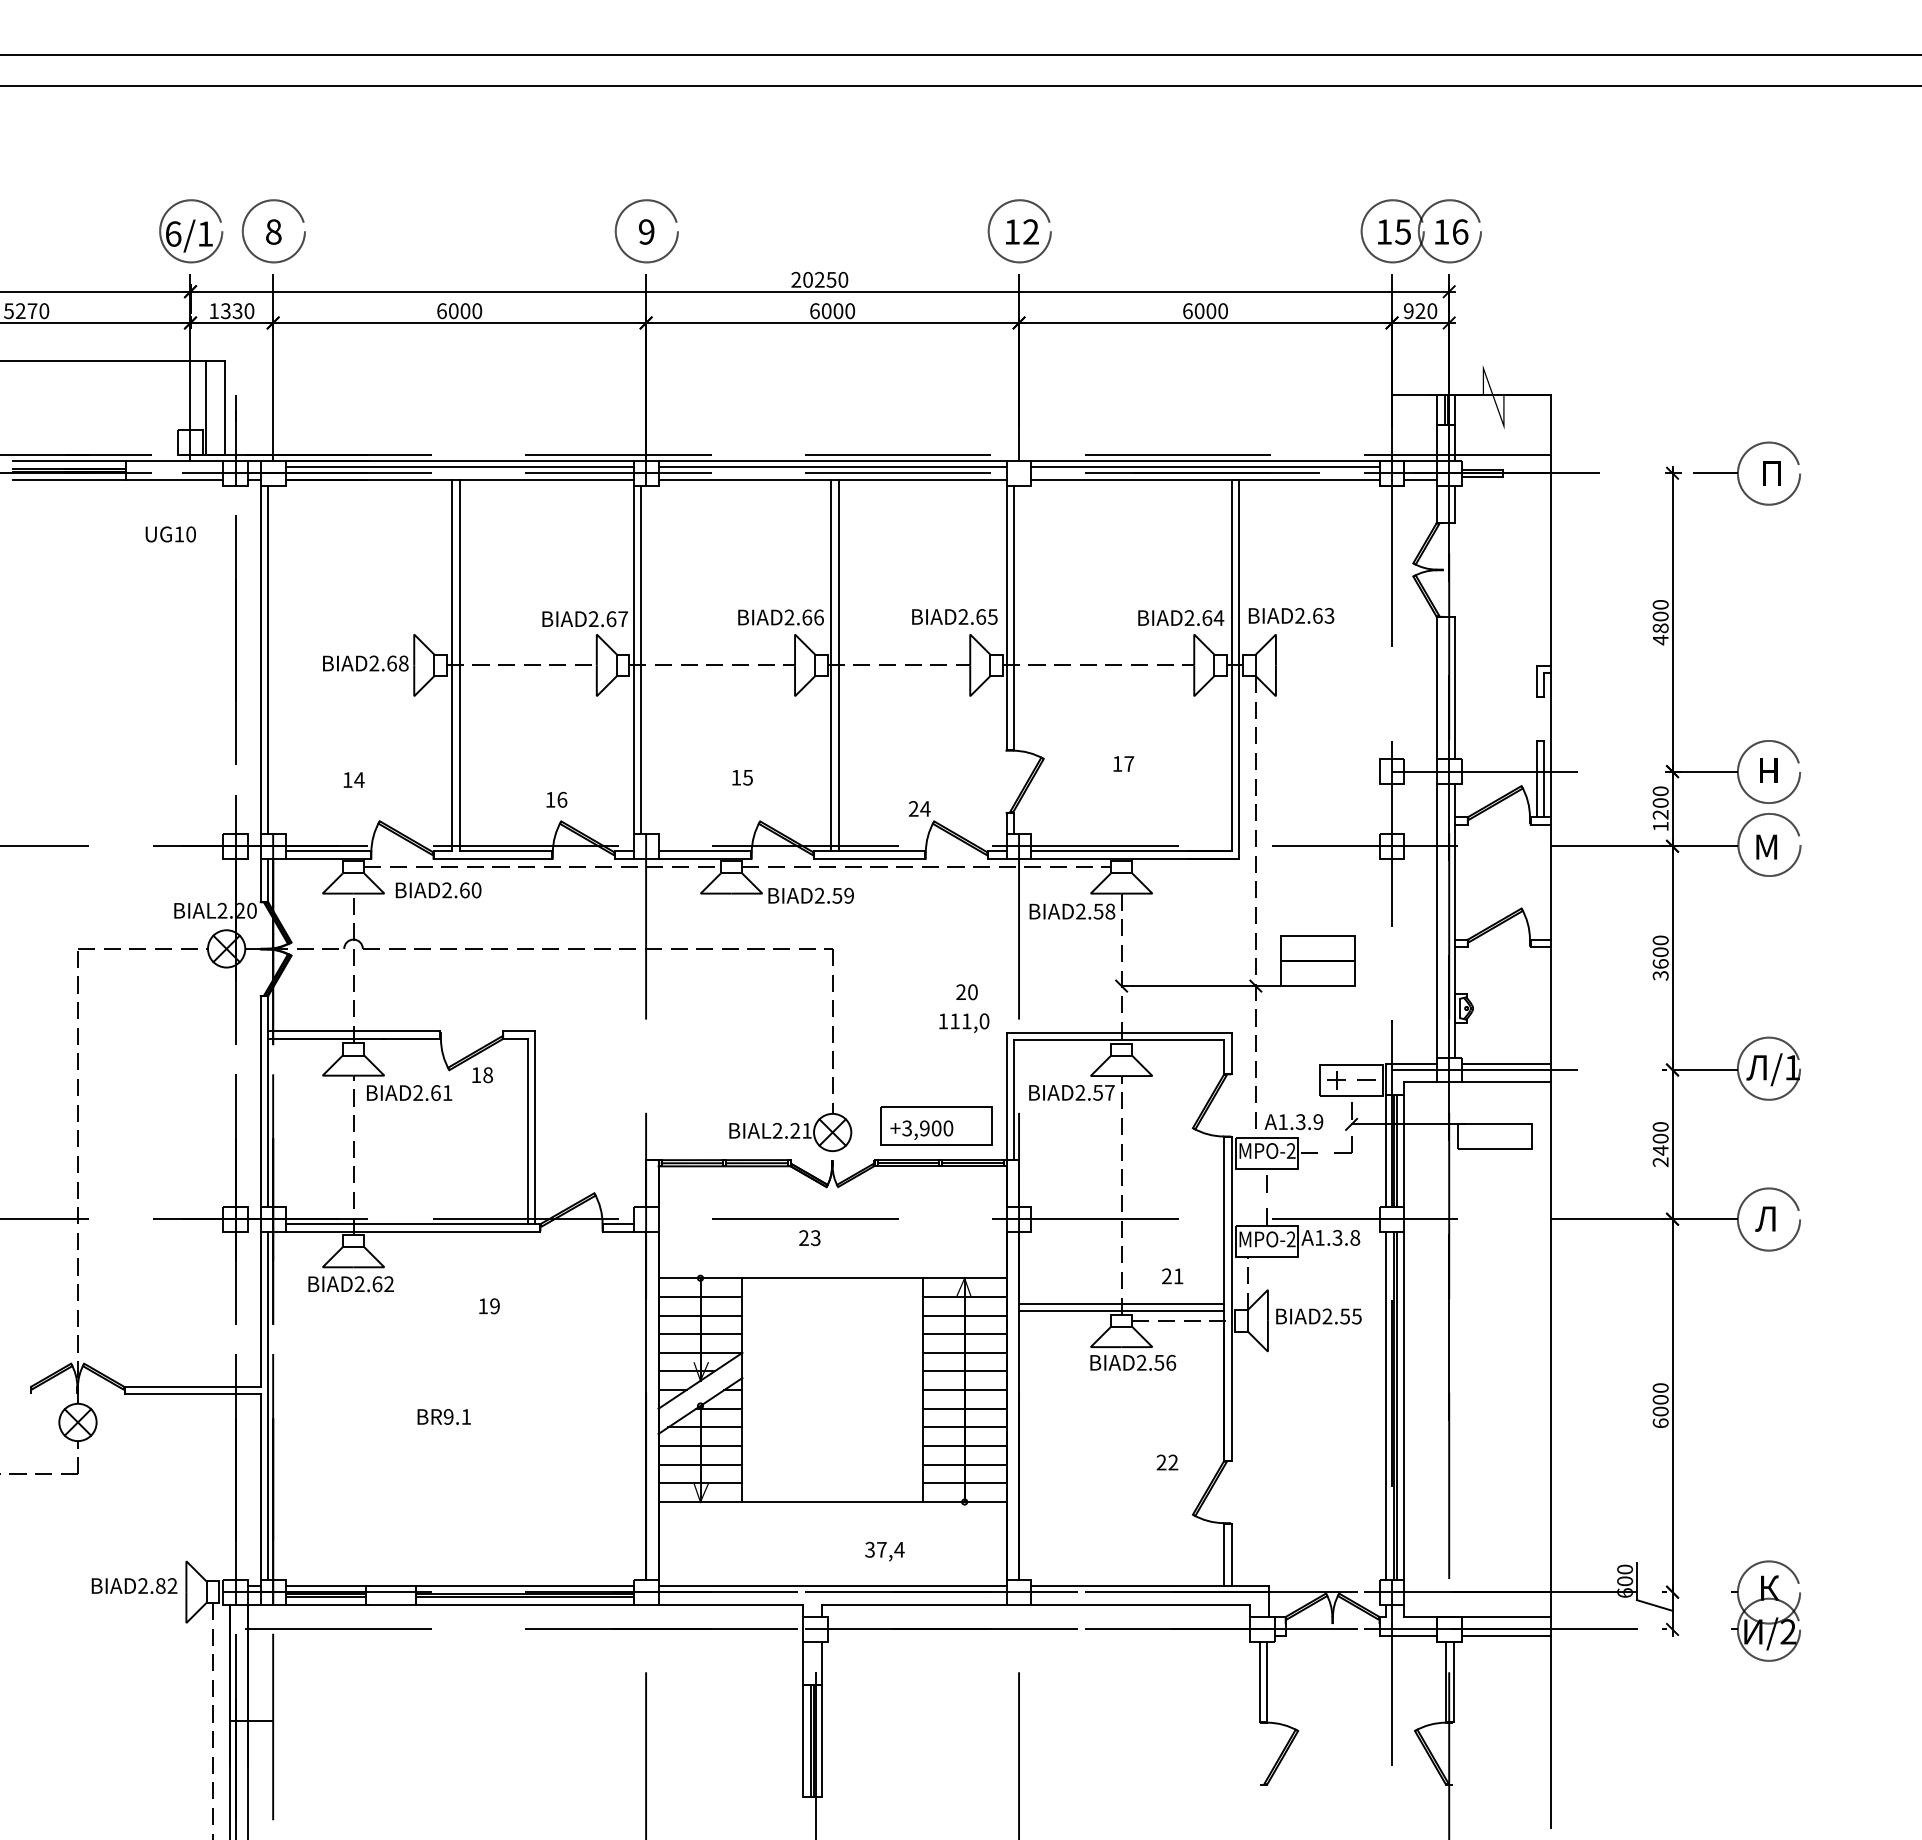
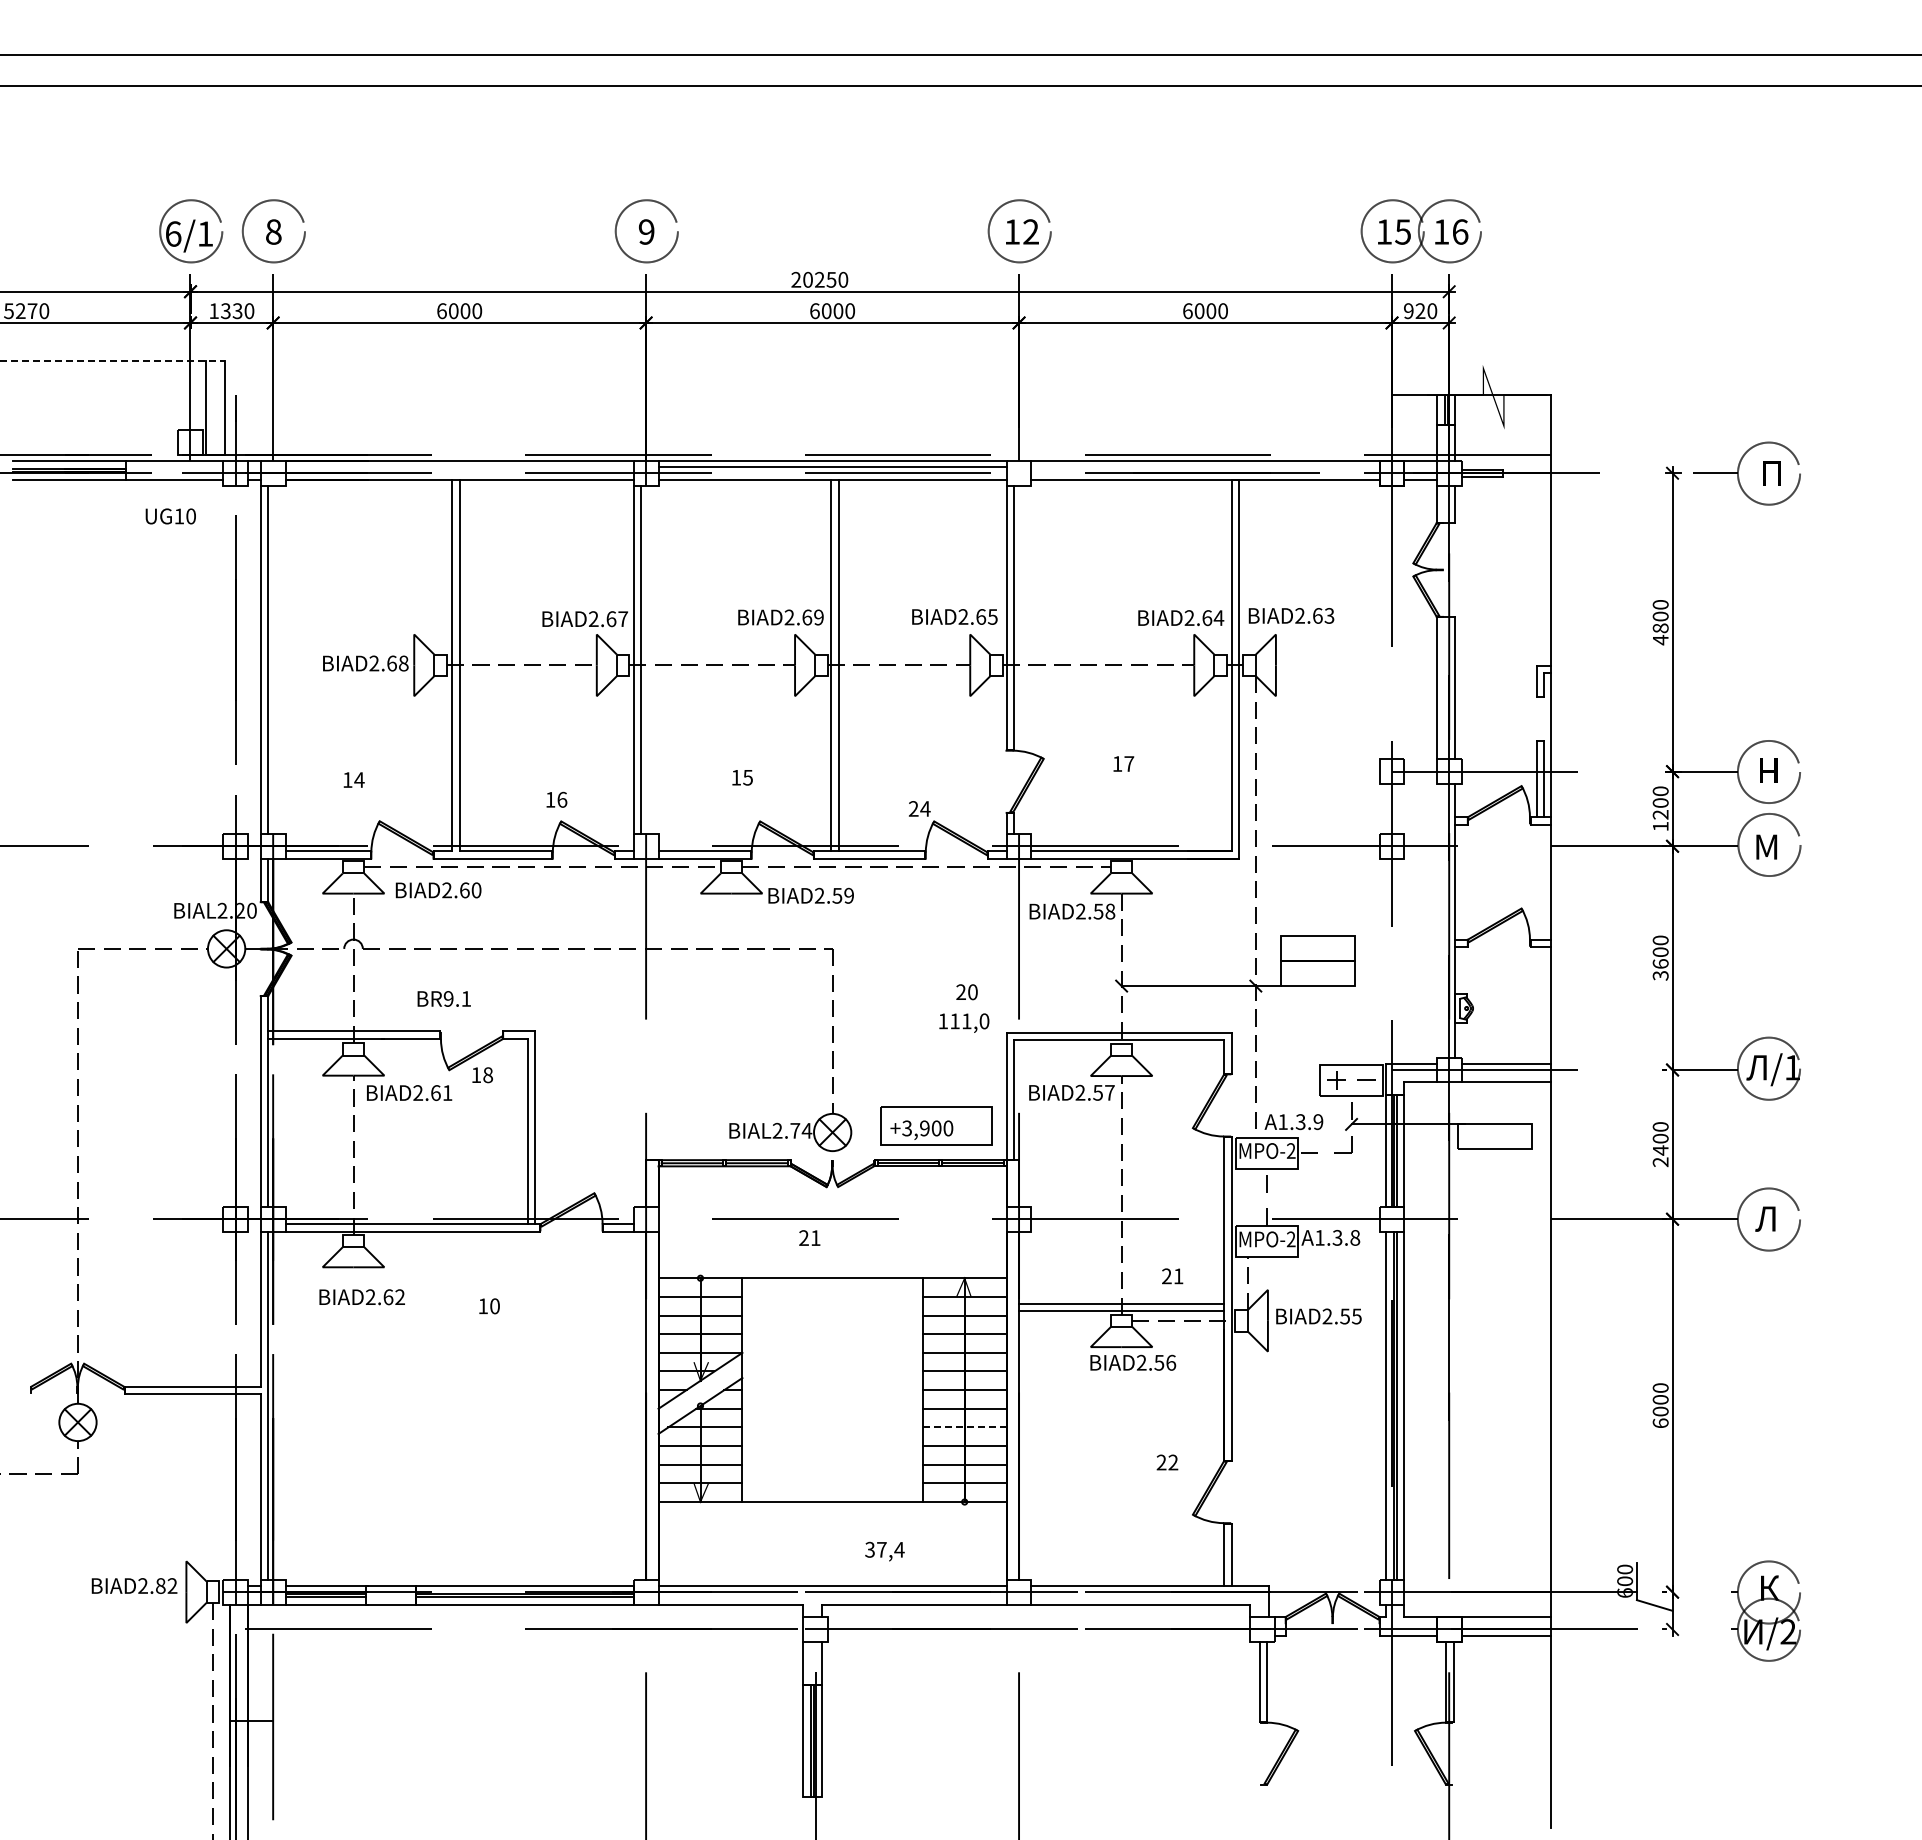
line at (112, 361): solid -> dashed
line at (459, 467): present -> none
line at (1205, 467): present -> none
text at (170, 534) position: (170, 534) -> (170, 516)
text at (818, 617): BIAD2.66 -> BIAD2.69
line at (1436, 920): present -> none
text at (801, 1130): BIAL2.21 -> BIAL2.74
text at (815, 1238): 23 -> 21
text at (350, 1284) position: (350, 1284) -> (361, 1297)
text at (494, 1306): 19 -> 10
text at (443, 1416) position: (443, 1416) -> (443, 998)
line at (964, 1427): solid -> dashed
